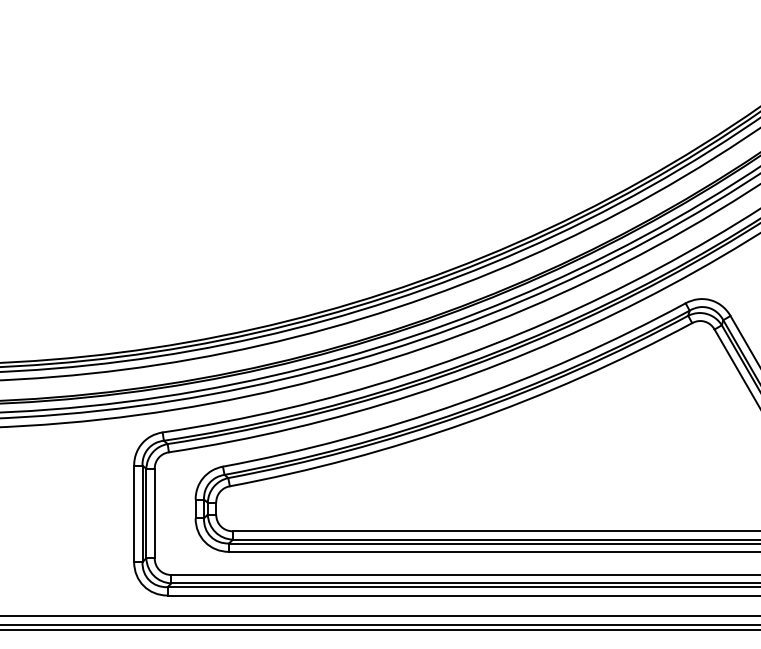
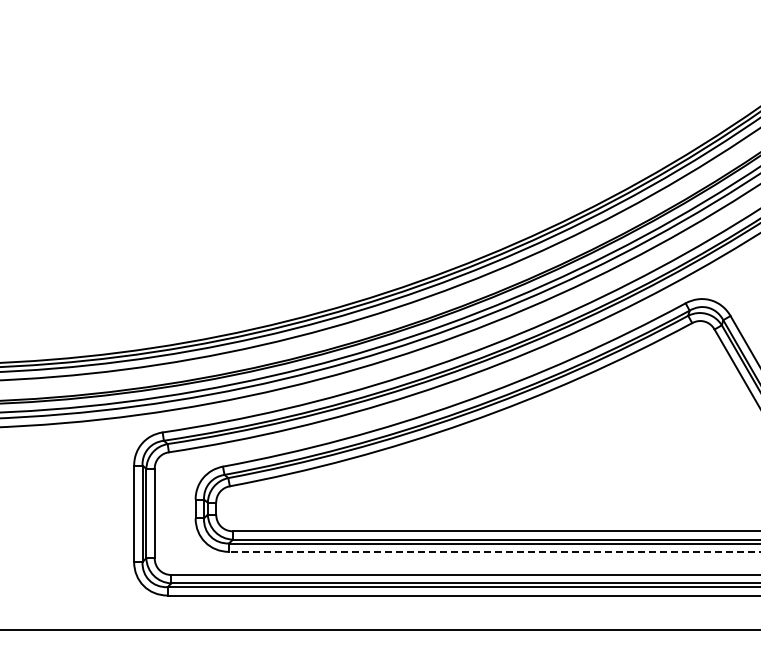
line at (495, 551): solid -> dashed
line at (379, 616): present -> none
line at (379, 625): present -> none
